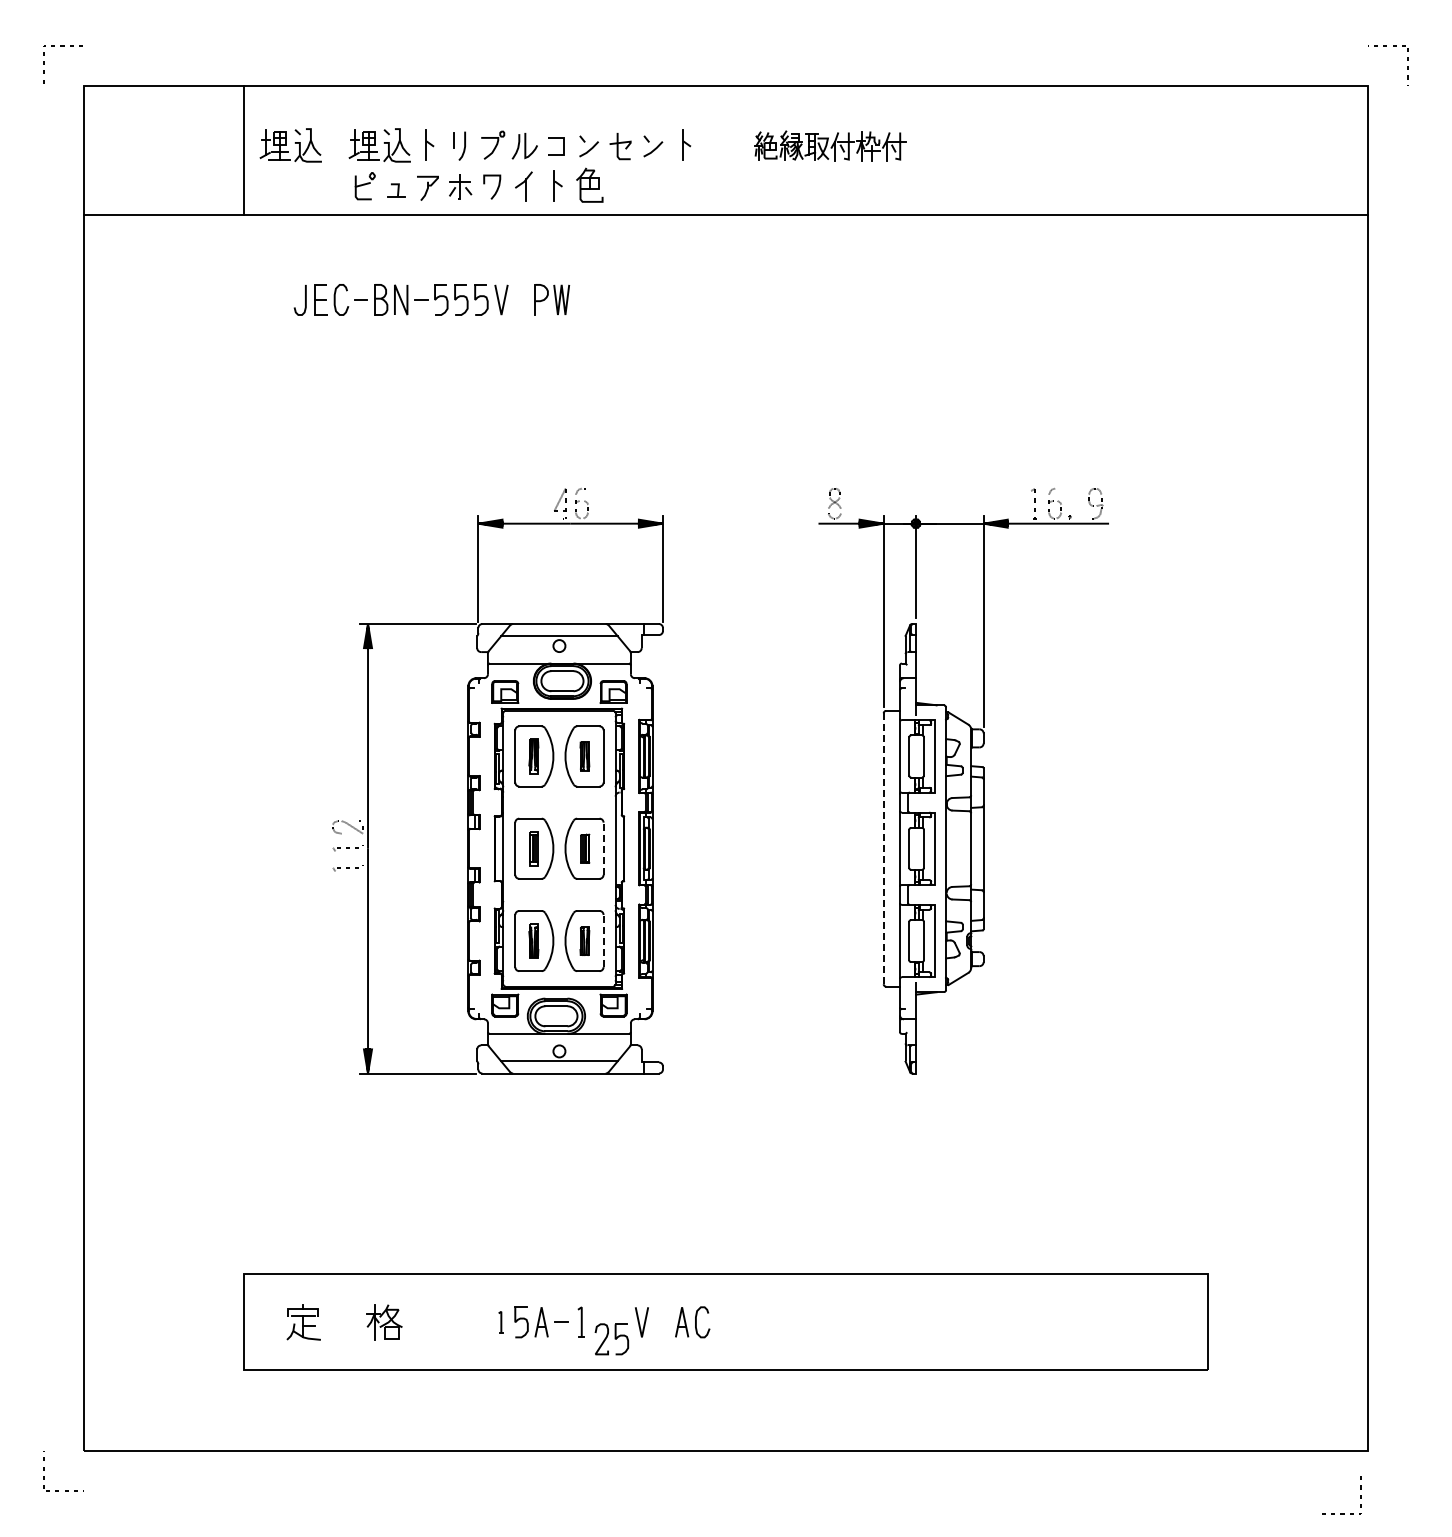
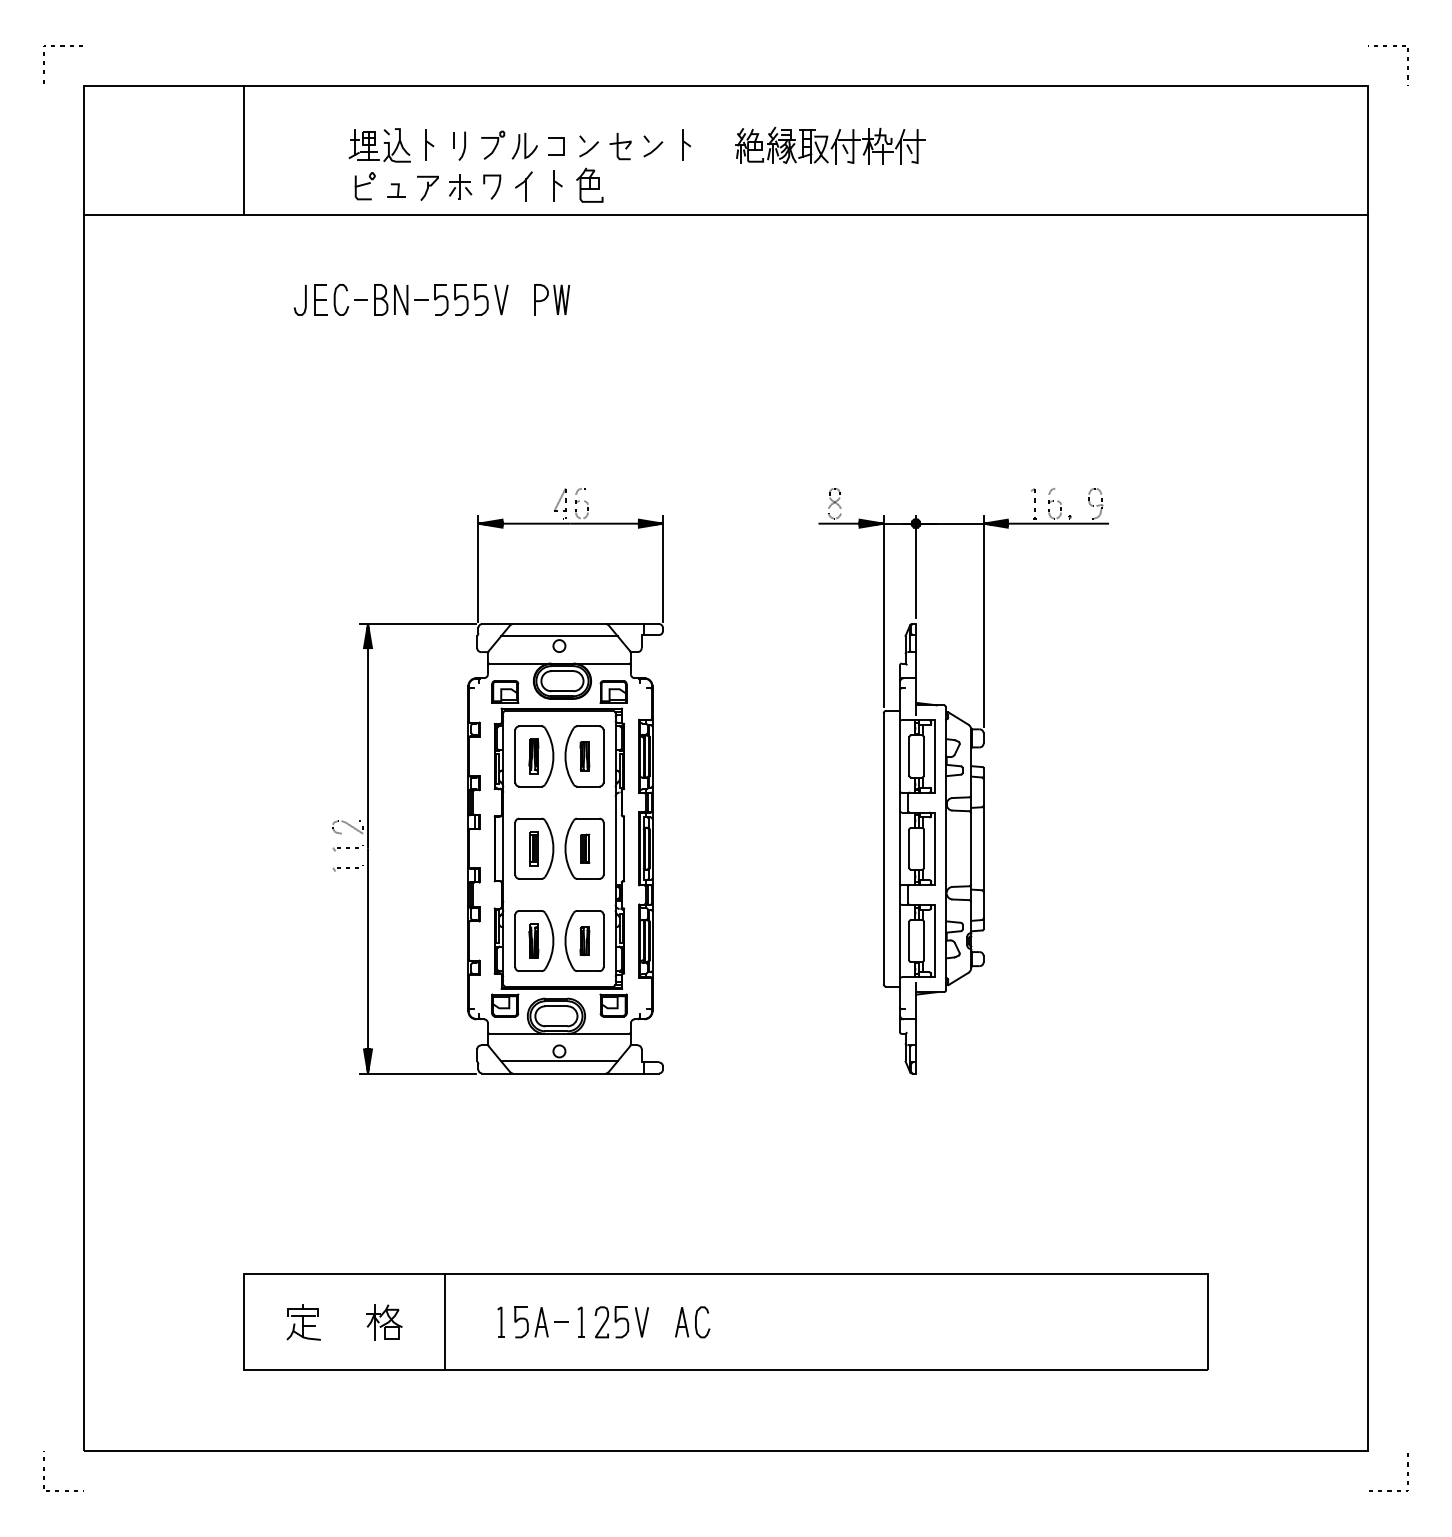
part at (290, 145): present -> none
part at (830, 145) size: 153x32 px -> 191x38 px
line at (603, 848): dashed -> solid
line at (883, 849): dashed -> solid
line at (603, 940): dashed -> solid
line at (445, 1322): none -> present
part at (500, 1322) size: 6x23 px -> 8x32 px
part at (611, 1339) position: (611, 1339) -> (611, 1322)
line at (1341, 1513) position: (1341, 1513) -> (1388, 1490)
